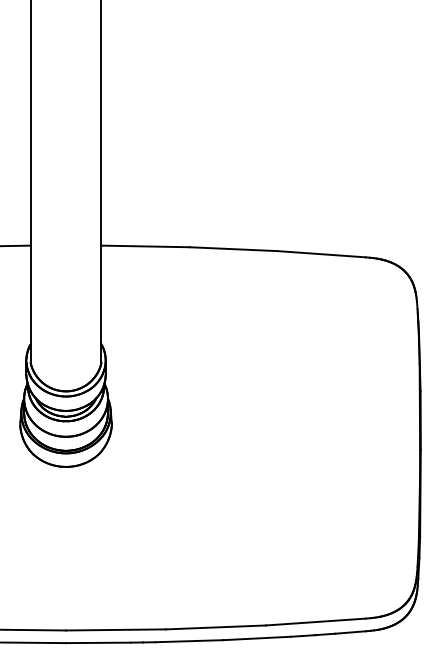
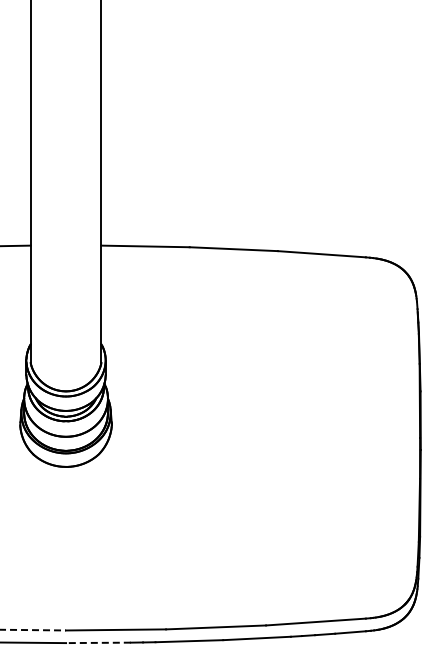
line at (33, 630): solid -> dashed
line at (97, 642): solid -> dashed
